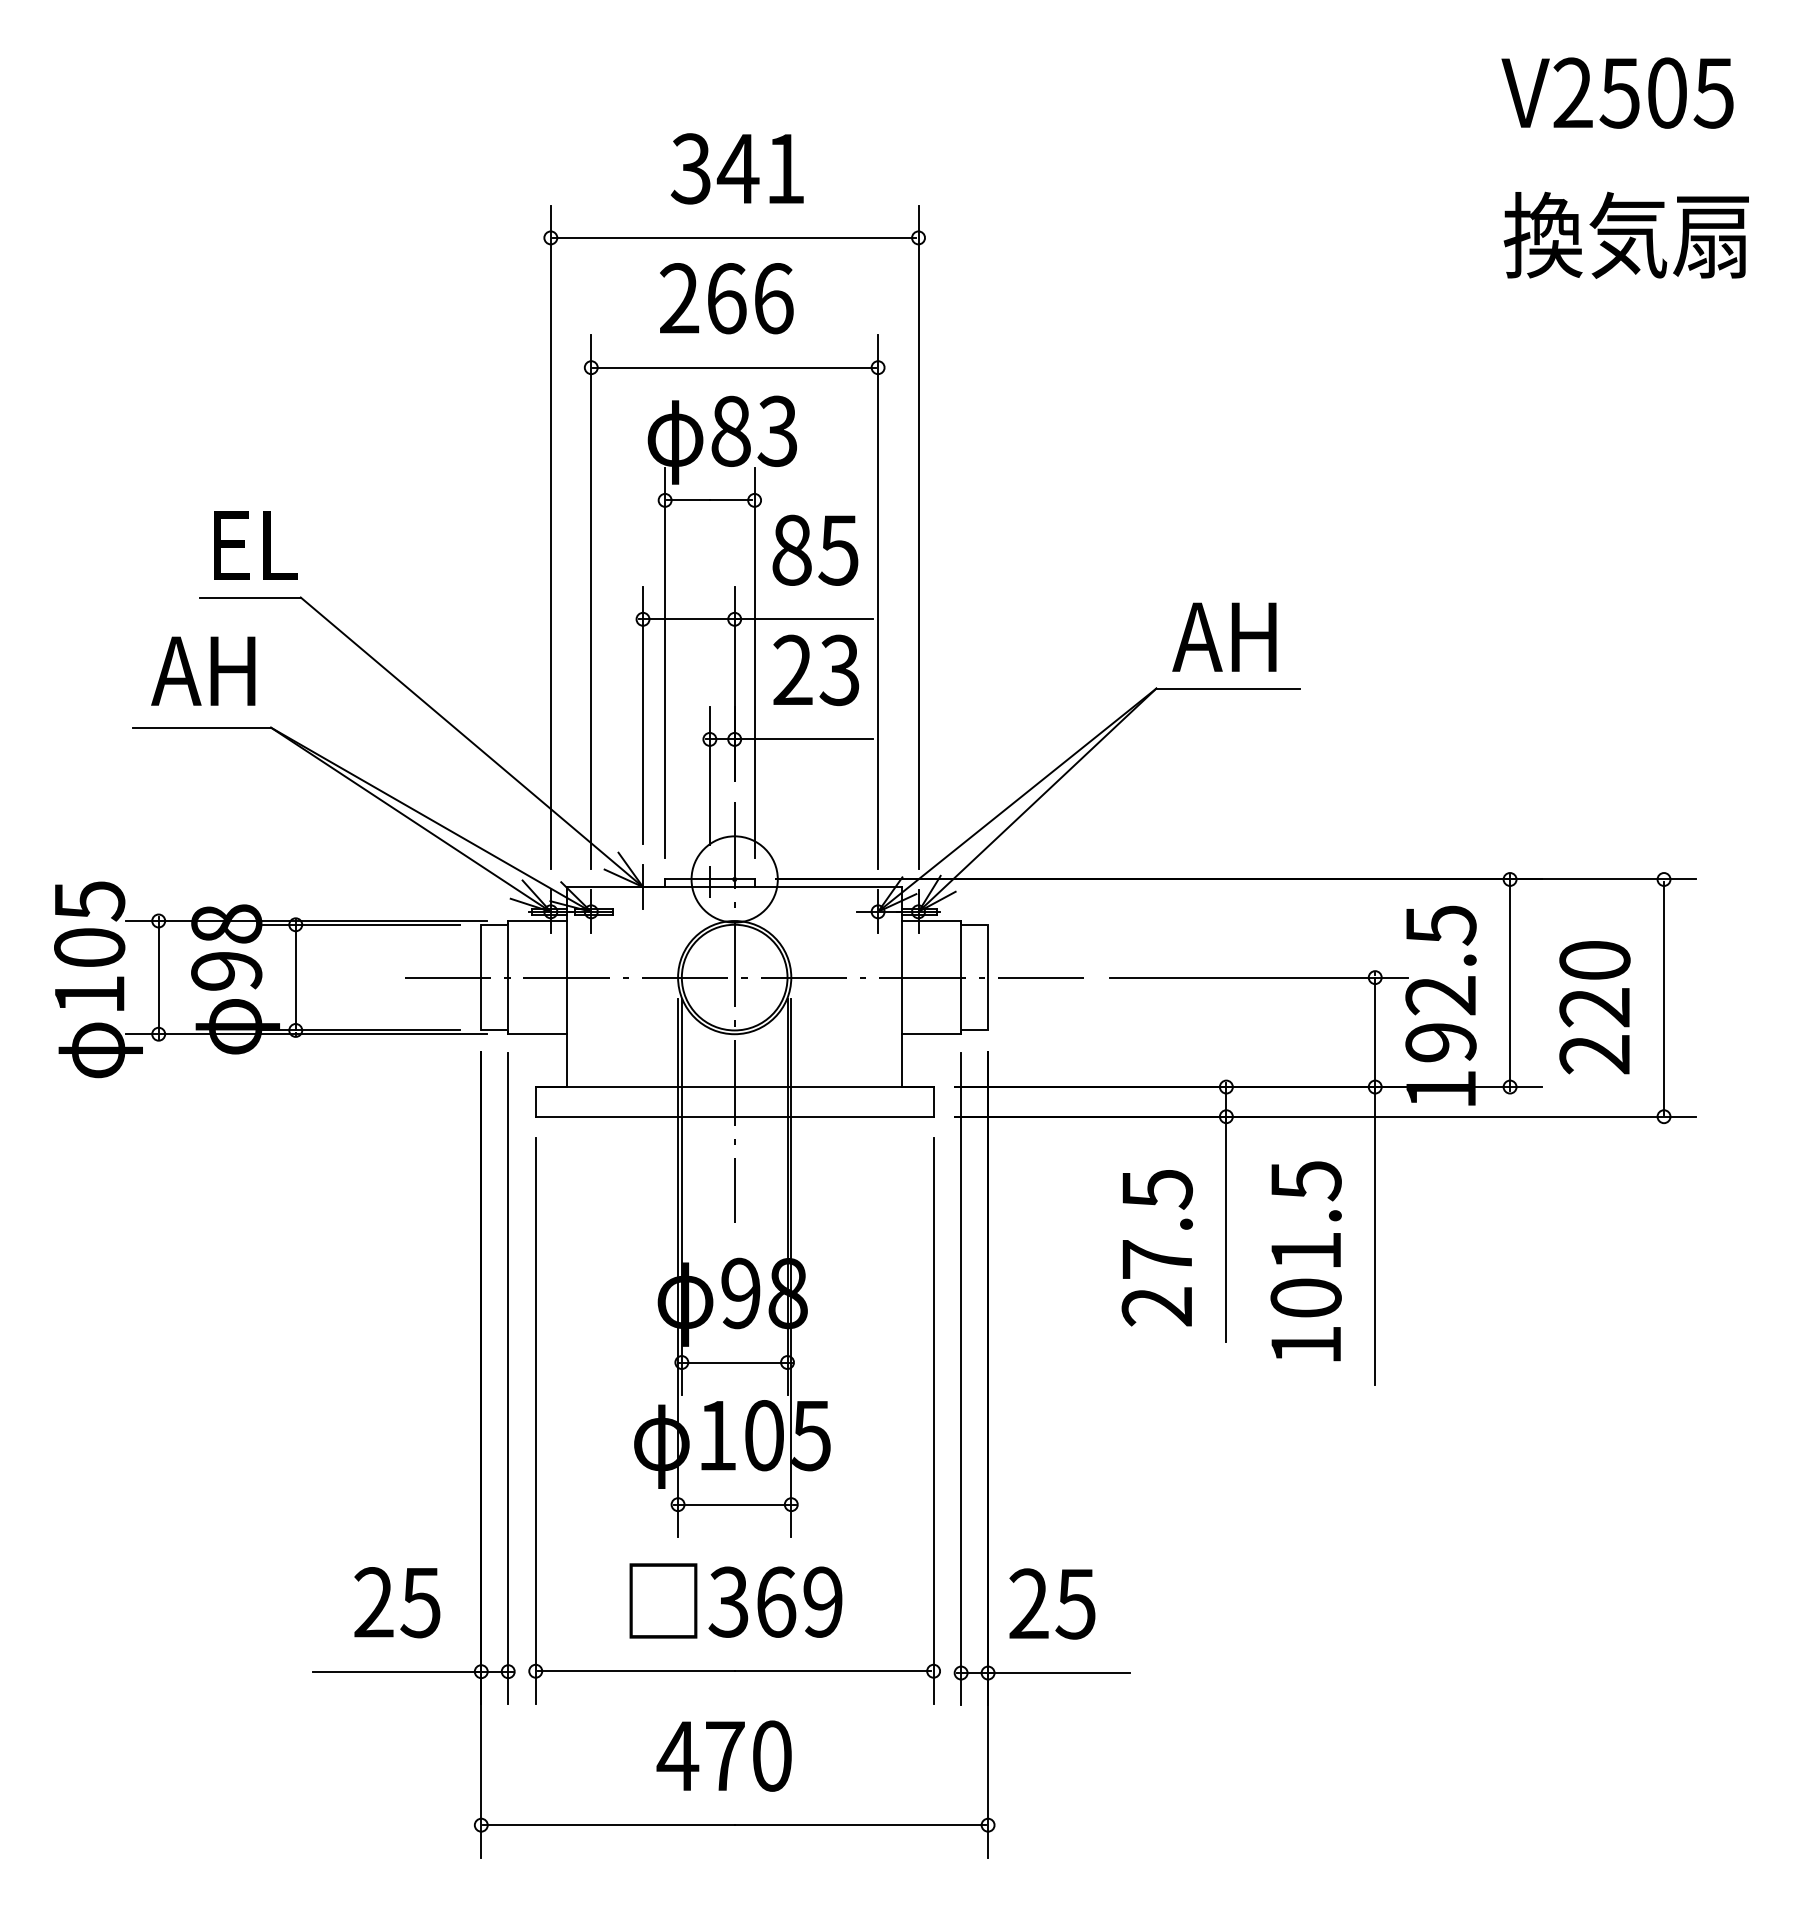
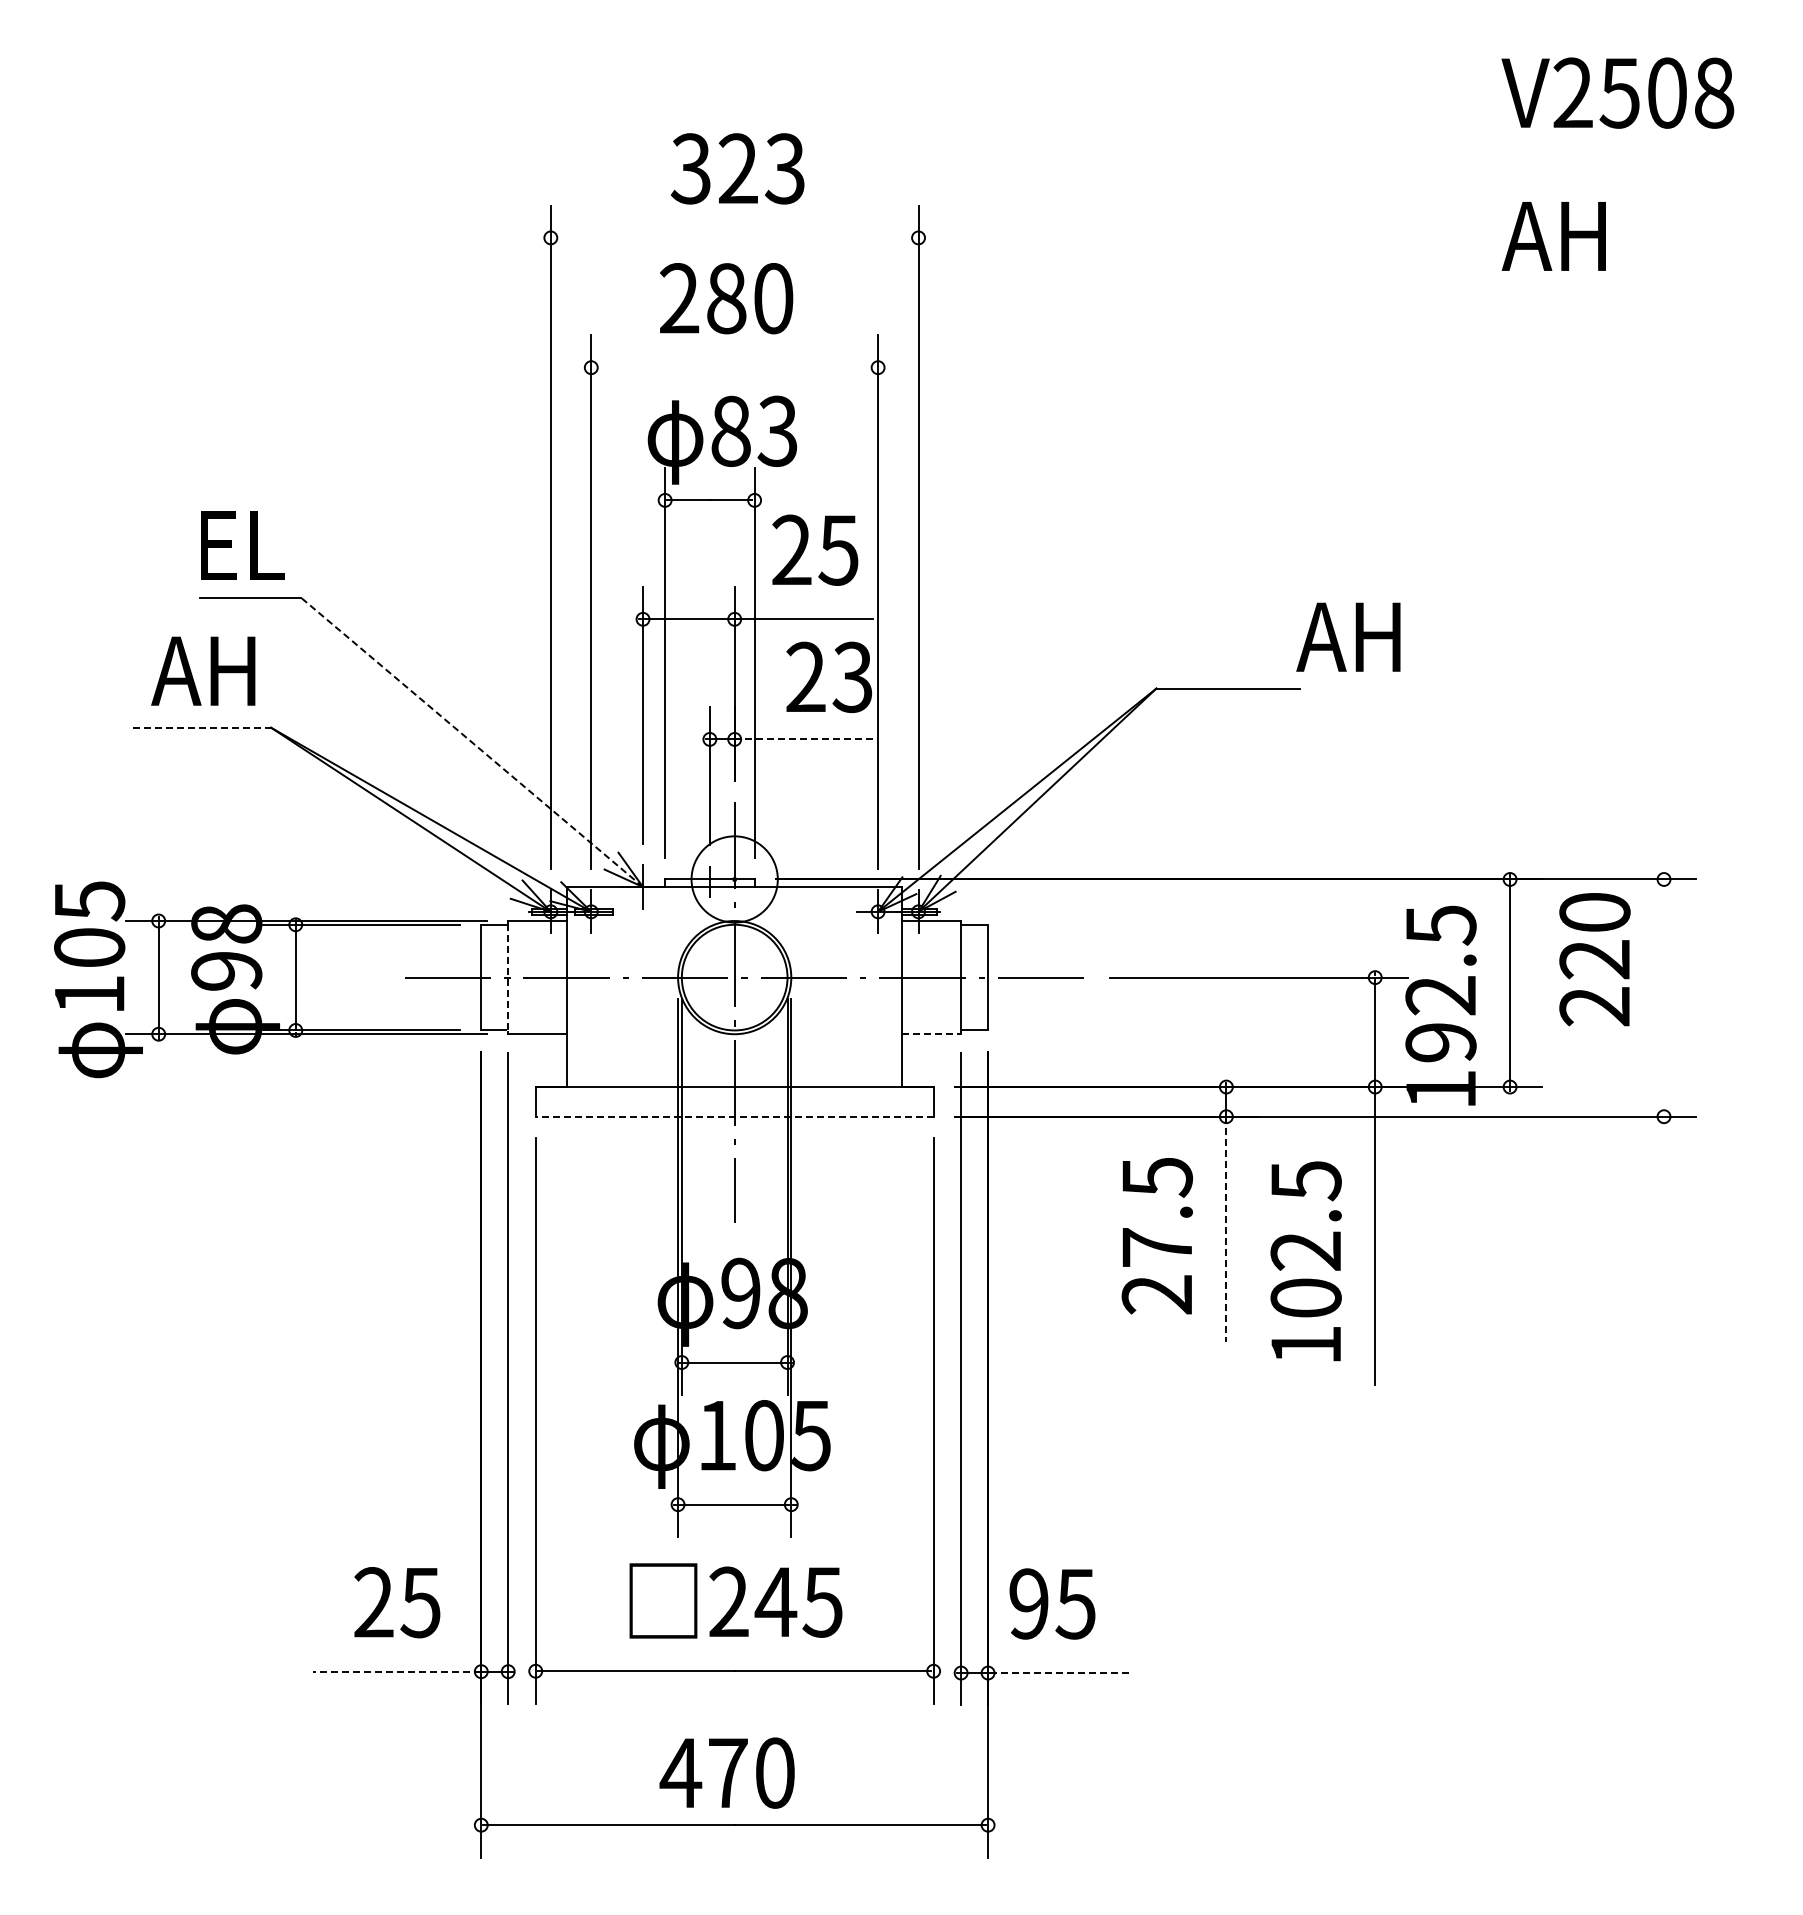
text at (1713, 92): V2505 -> V2508
text at (760, 168): 341 -> 323
text at (1624, 234): 換気扇 -> AH
line at (734, 237): present -> none
text at (750, 298): 266 -> 280
line at (734, 367): present -> none
text at (255, 545) position: (255, 545) -> (242, 545)
text at (791, 549): 85 -> 25
text at (1224, 636) position: (1224, 636) -> (1348, 636)
text at (815, 670) position: (815, 670) -> (828, 677)
line at (202, 727): solid -> dashed
line at (803, 739): solid -> dashed
line at (471, 741): solid -> dashed
line at (508, 977): solid -> dashed
line at (1664, 997): present -> none
text at (1594, 1007) position: (1594, 1007) -> (1594, 959)
line at (932, 1034): solid -> dashed
line at (734, 1116): solid -> dashed
line at (1226, 1229): solid -> dashed
text at (1156, 1248) position: (1156, 1248) -> (1156, 1236)
text at (1305, 1250): 101.5 -> 102.5
text at (775, 1601): 369 -> 245
text at (1028, 1603): 25 -> 95
line at (396, 1671): solid -> dashed
line at (1059, 1673): solid -> dashed
text at (723, 1755) position: (723, 1755) -> (726, 1772)
